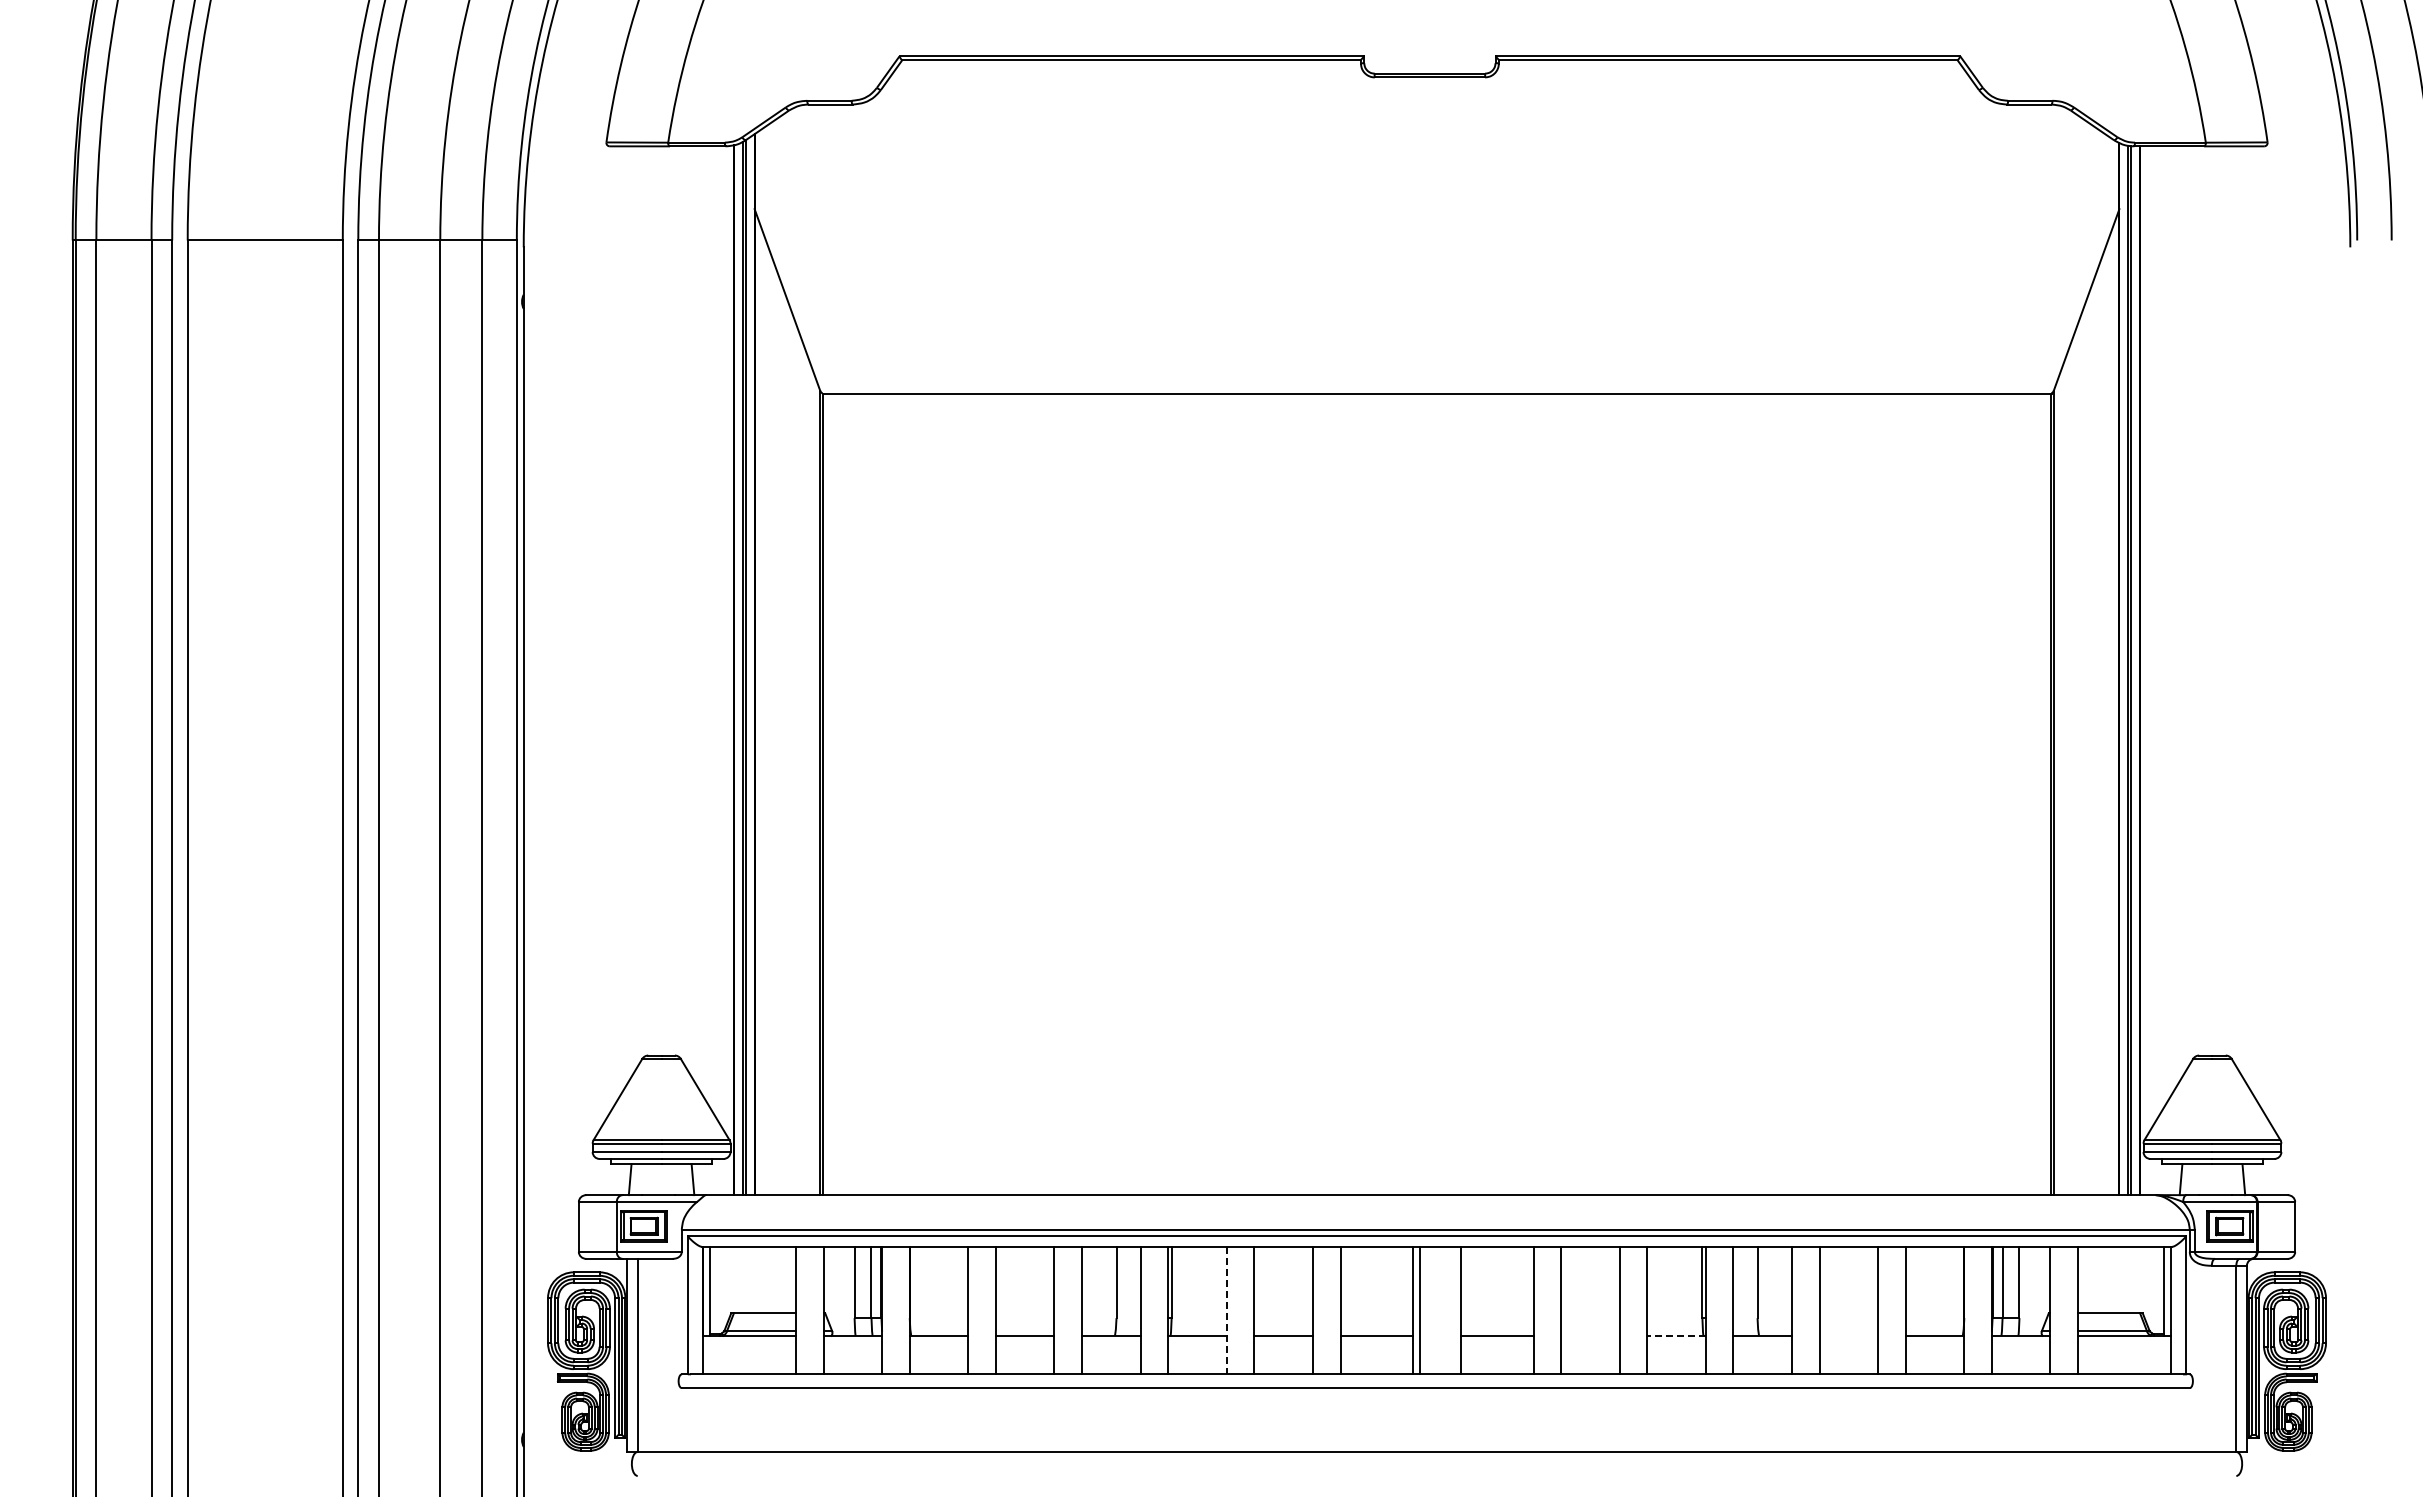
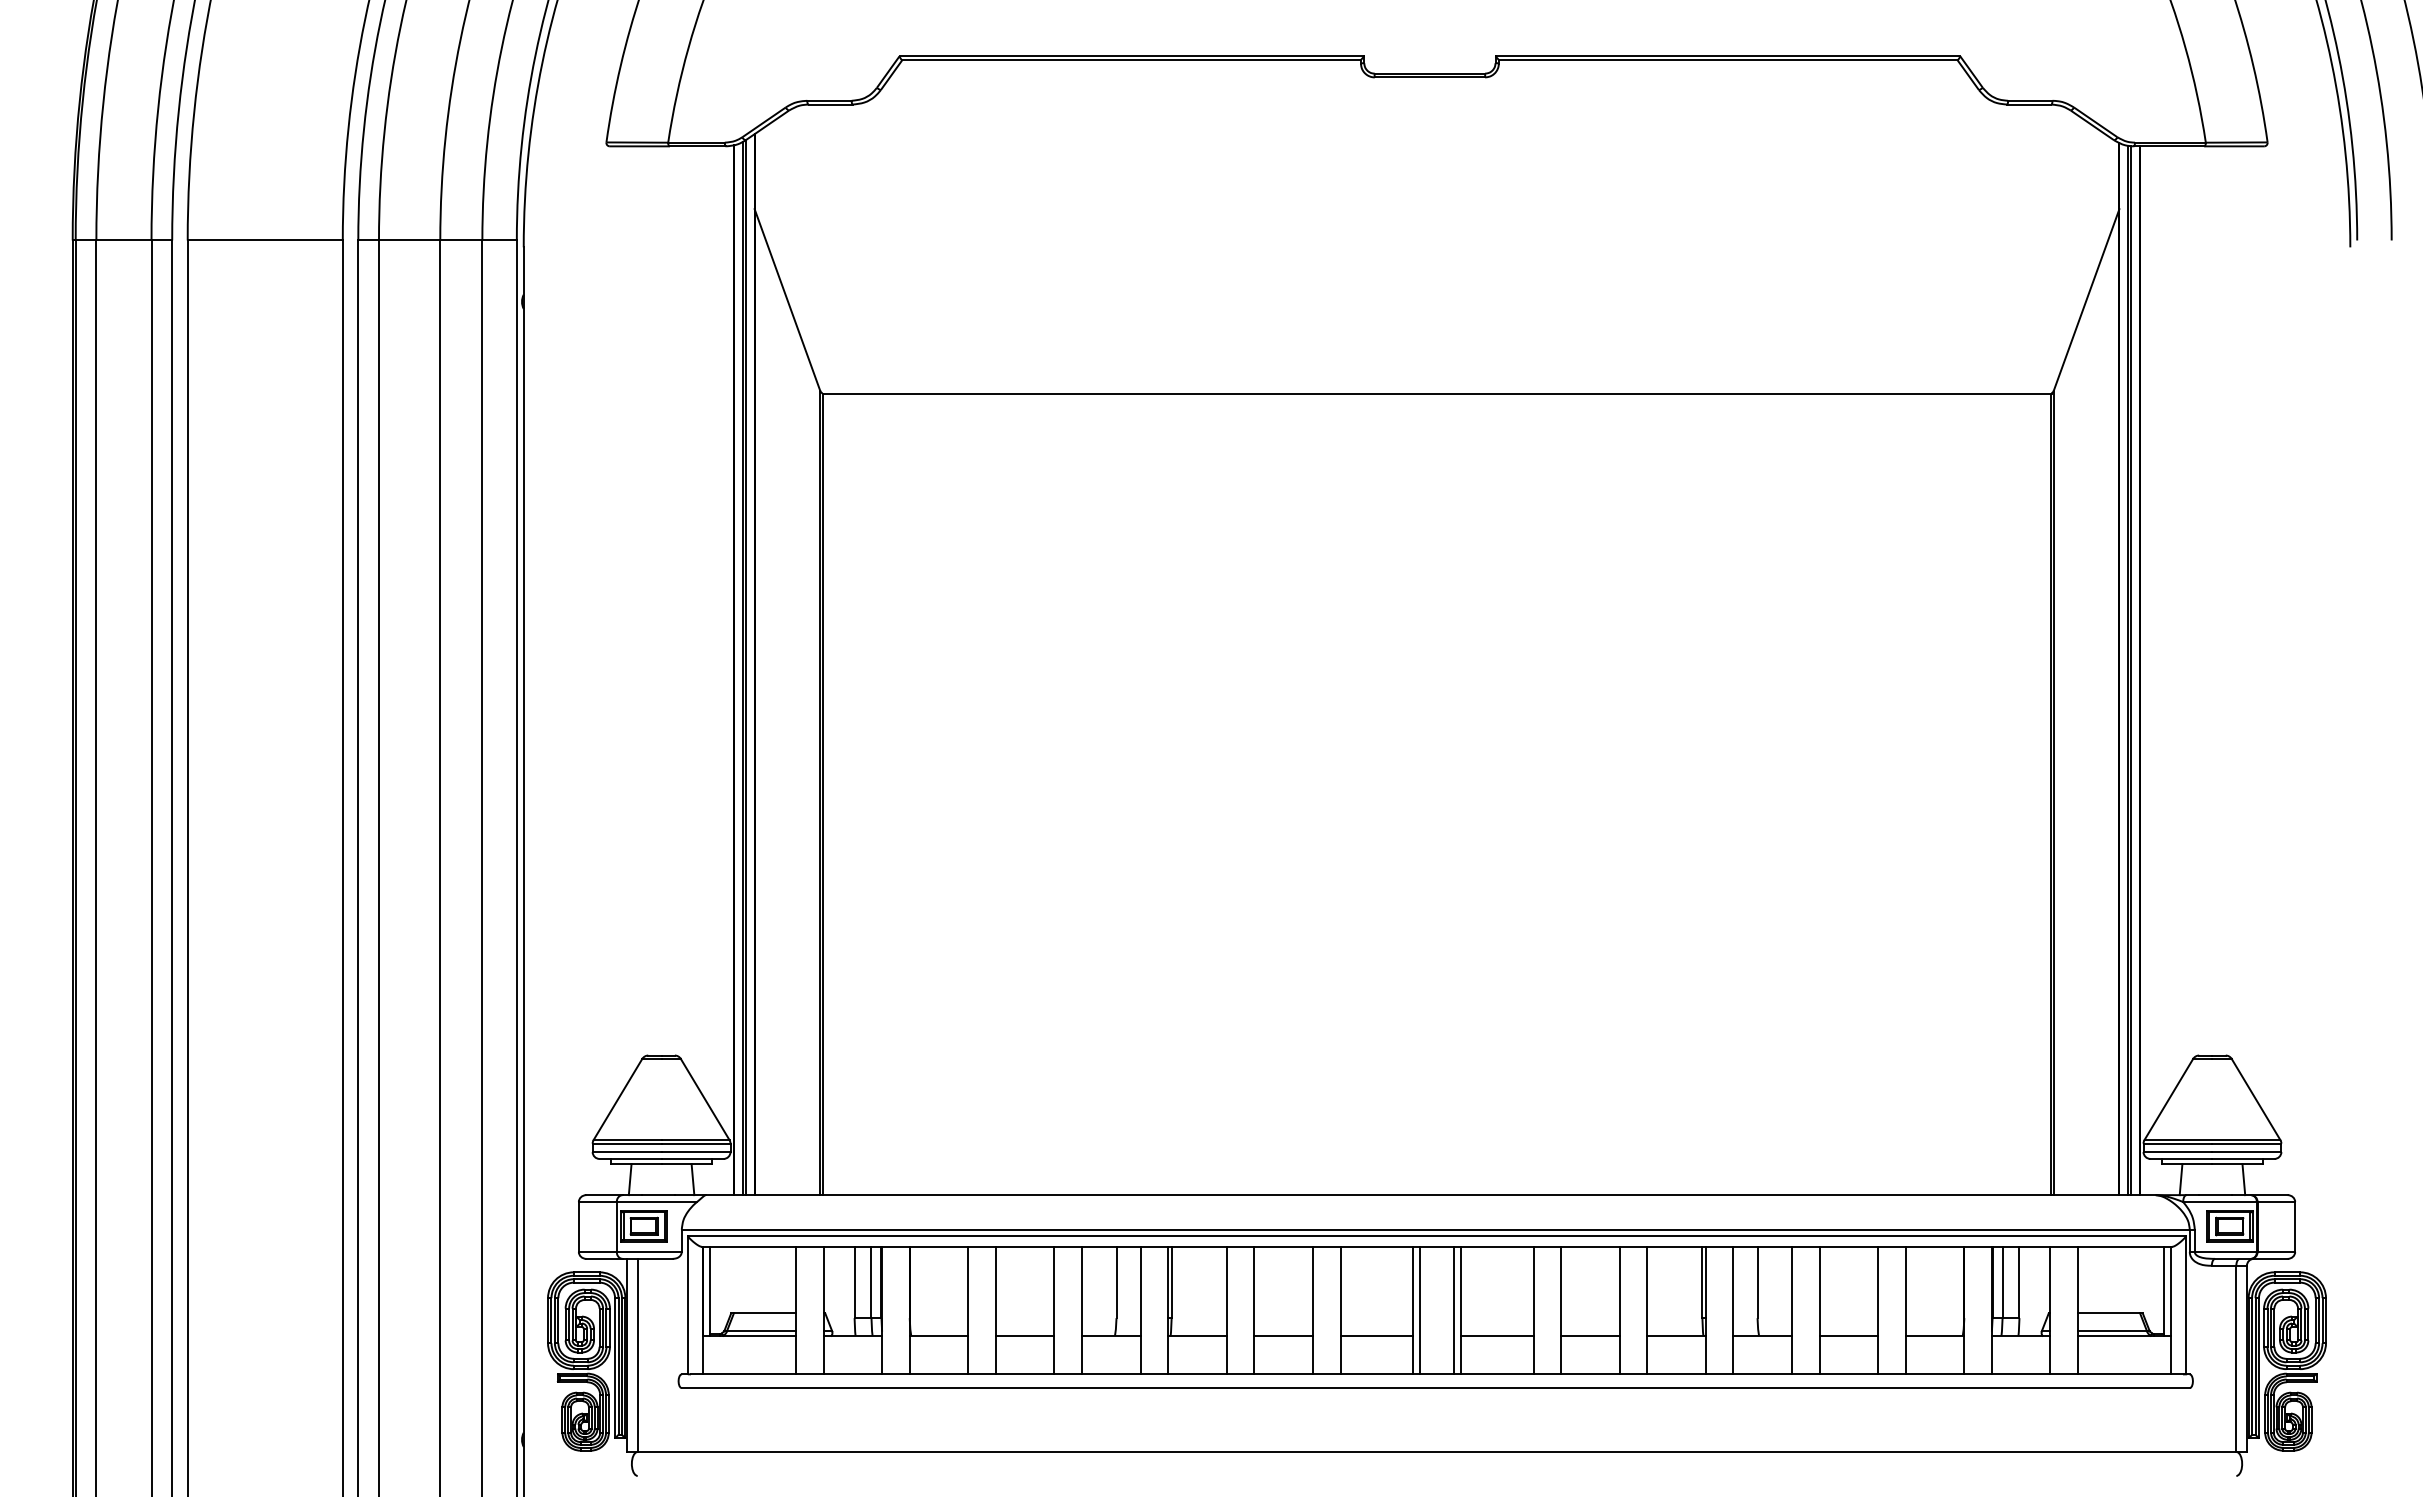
line at (1226, 1310): dashed -> solid
line at (1454, 1310): none -> present
line at (1590, 1335): none -> present
line at (1676, 1335): dashed -> solid
line at (1848, 1335): none -> present
